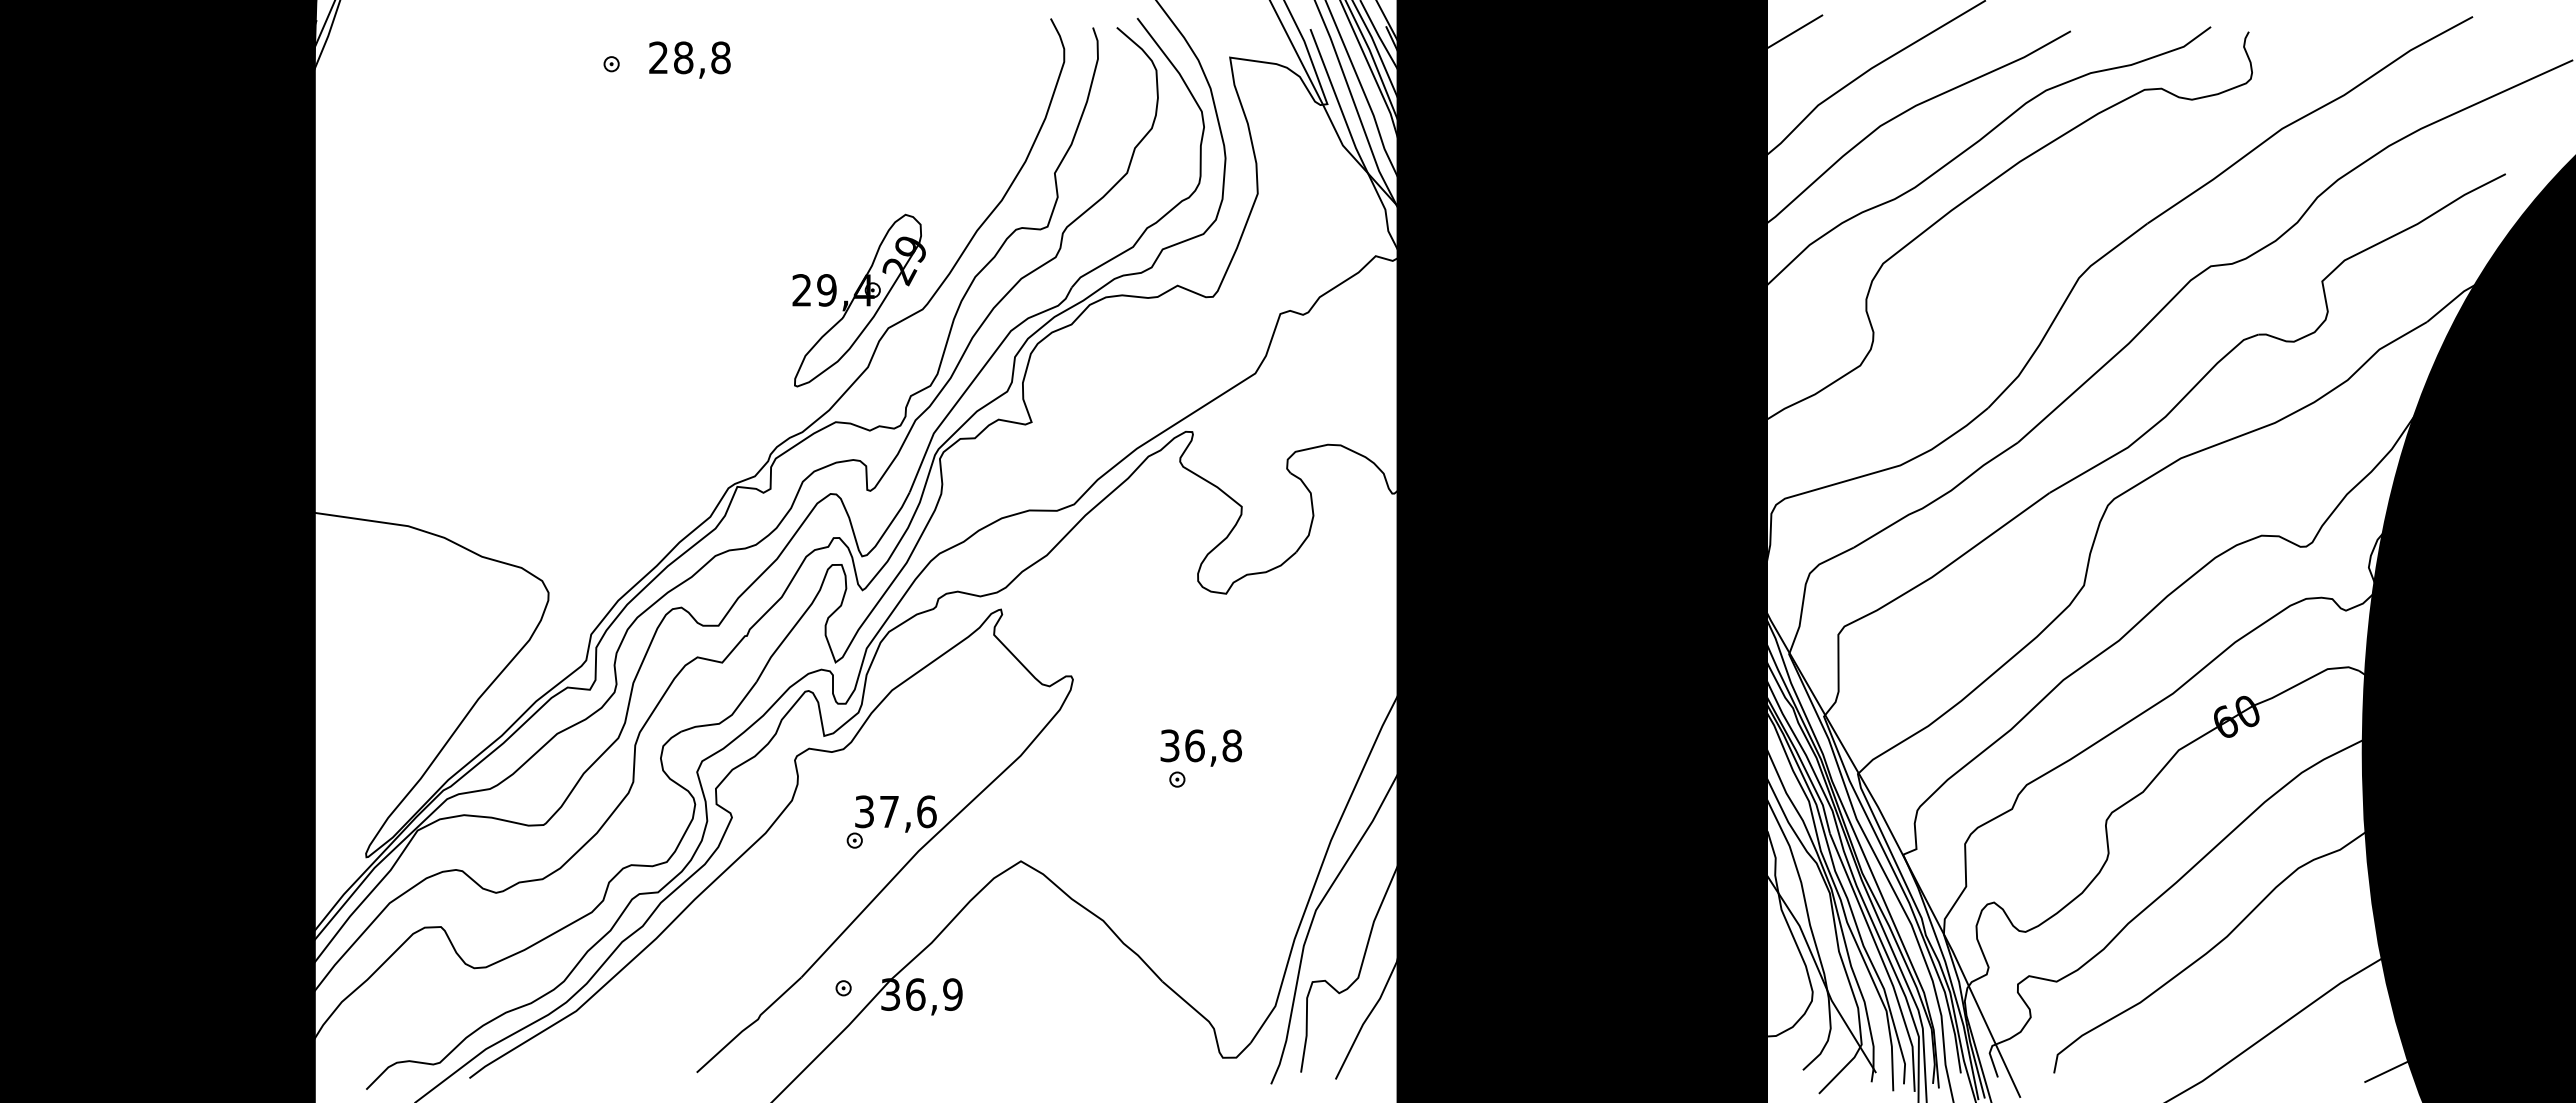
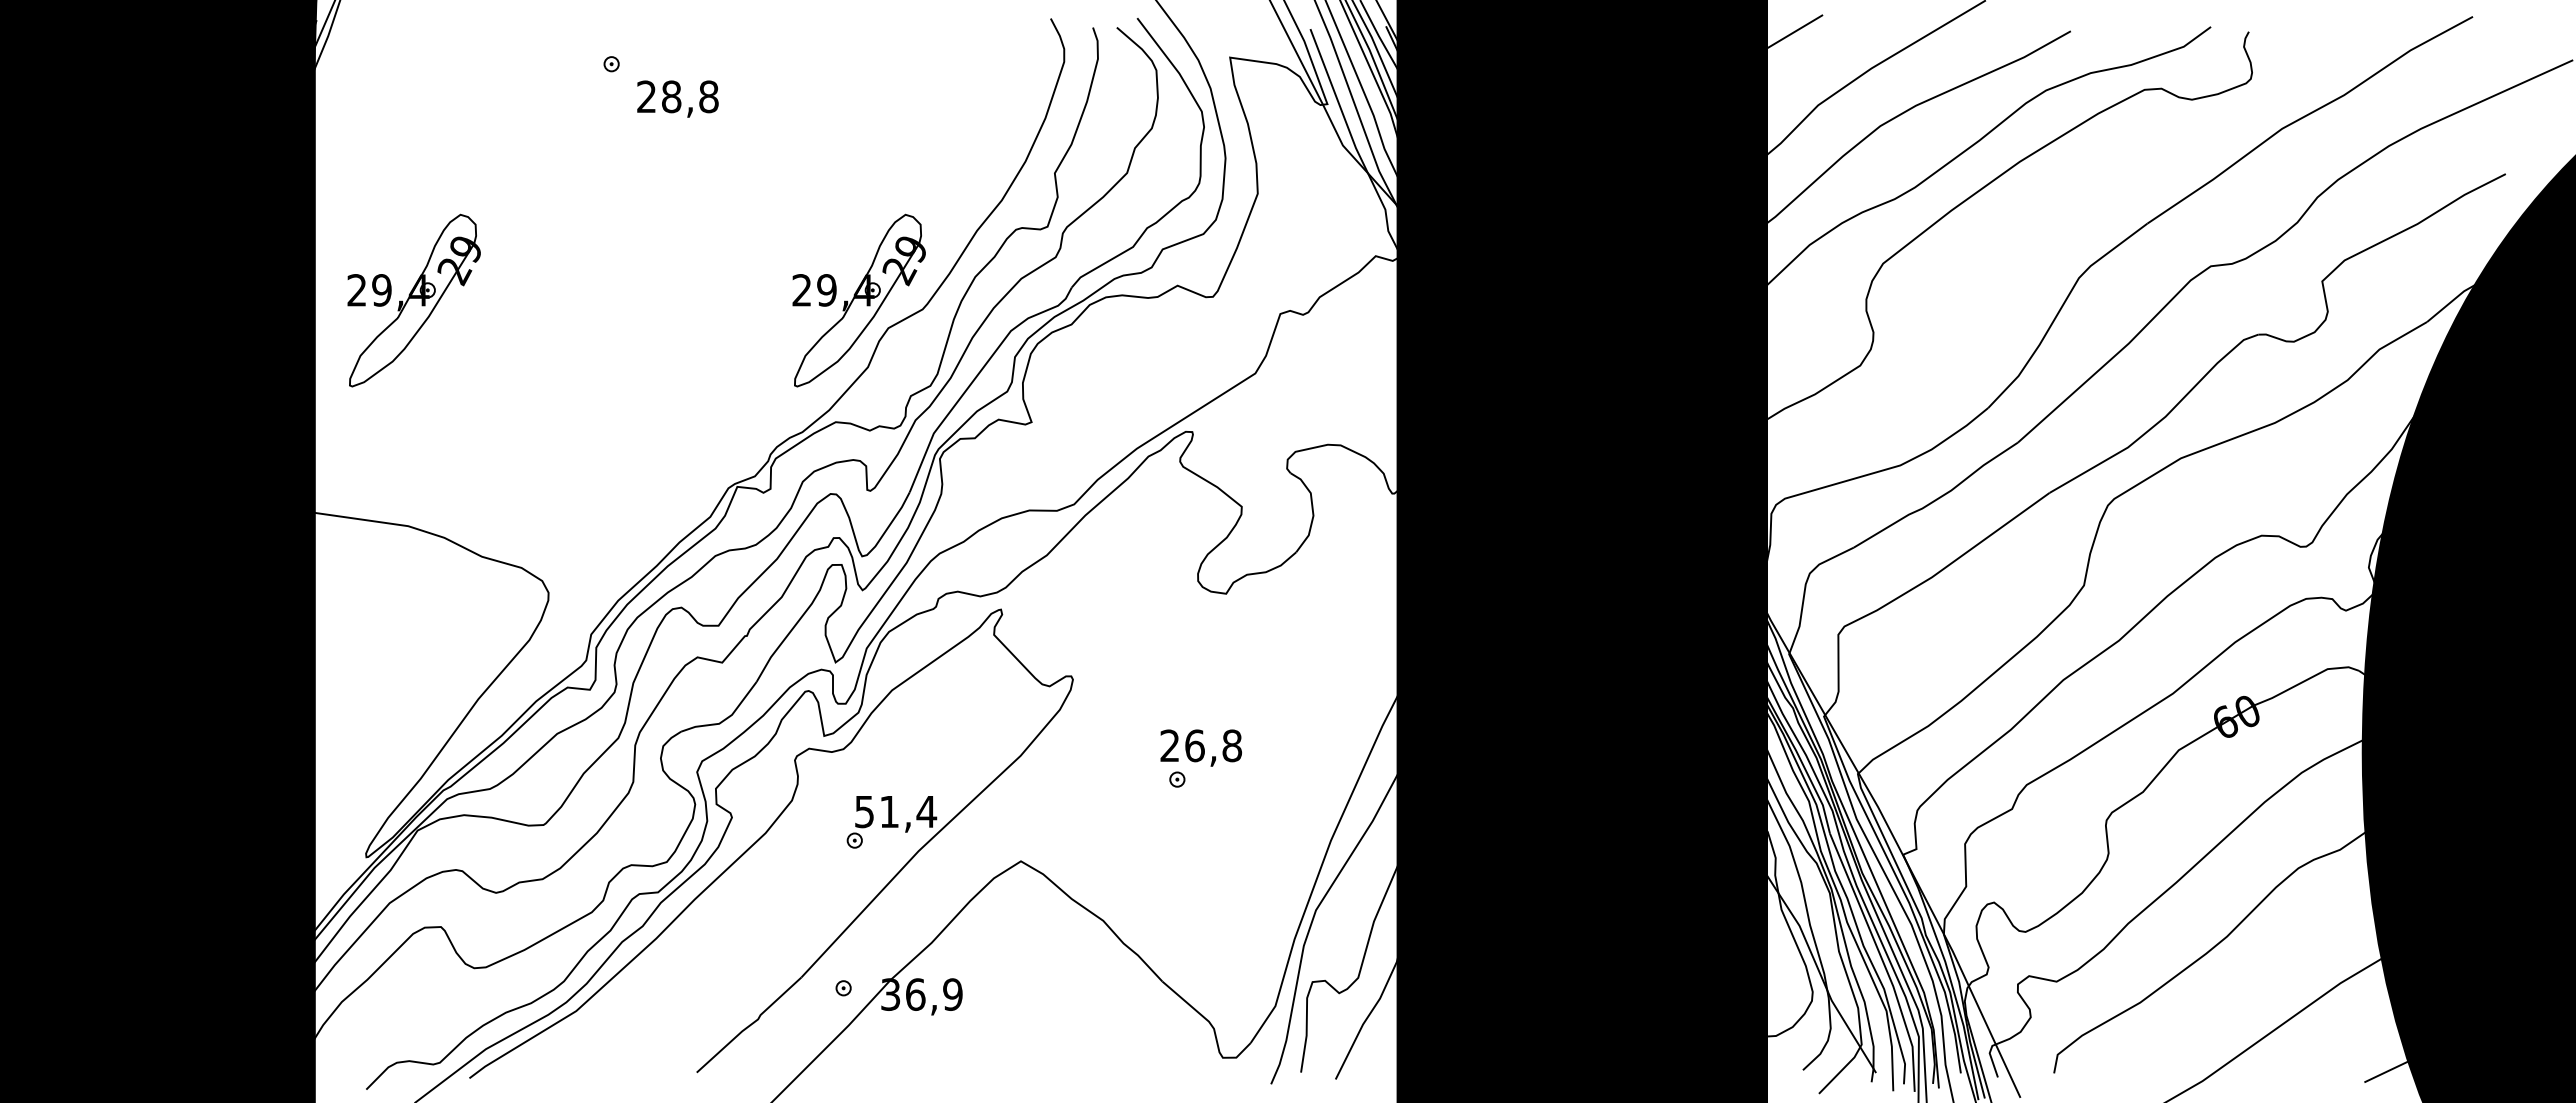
text at (689, 59) position: (689, 59) -> (677, 98)
part at (413, 300): none -> present
text at (1169, 745): 36,8 -> 26,8
text at (896, 811): 37,6 -> 51,4
